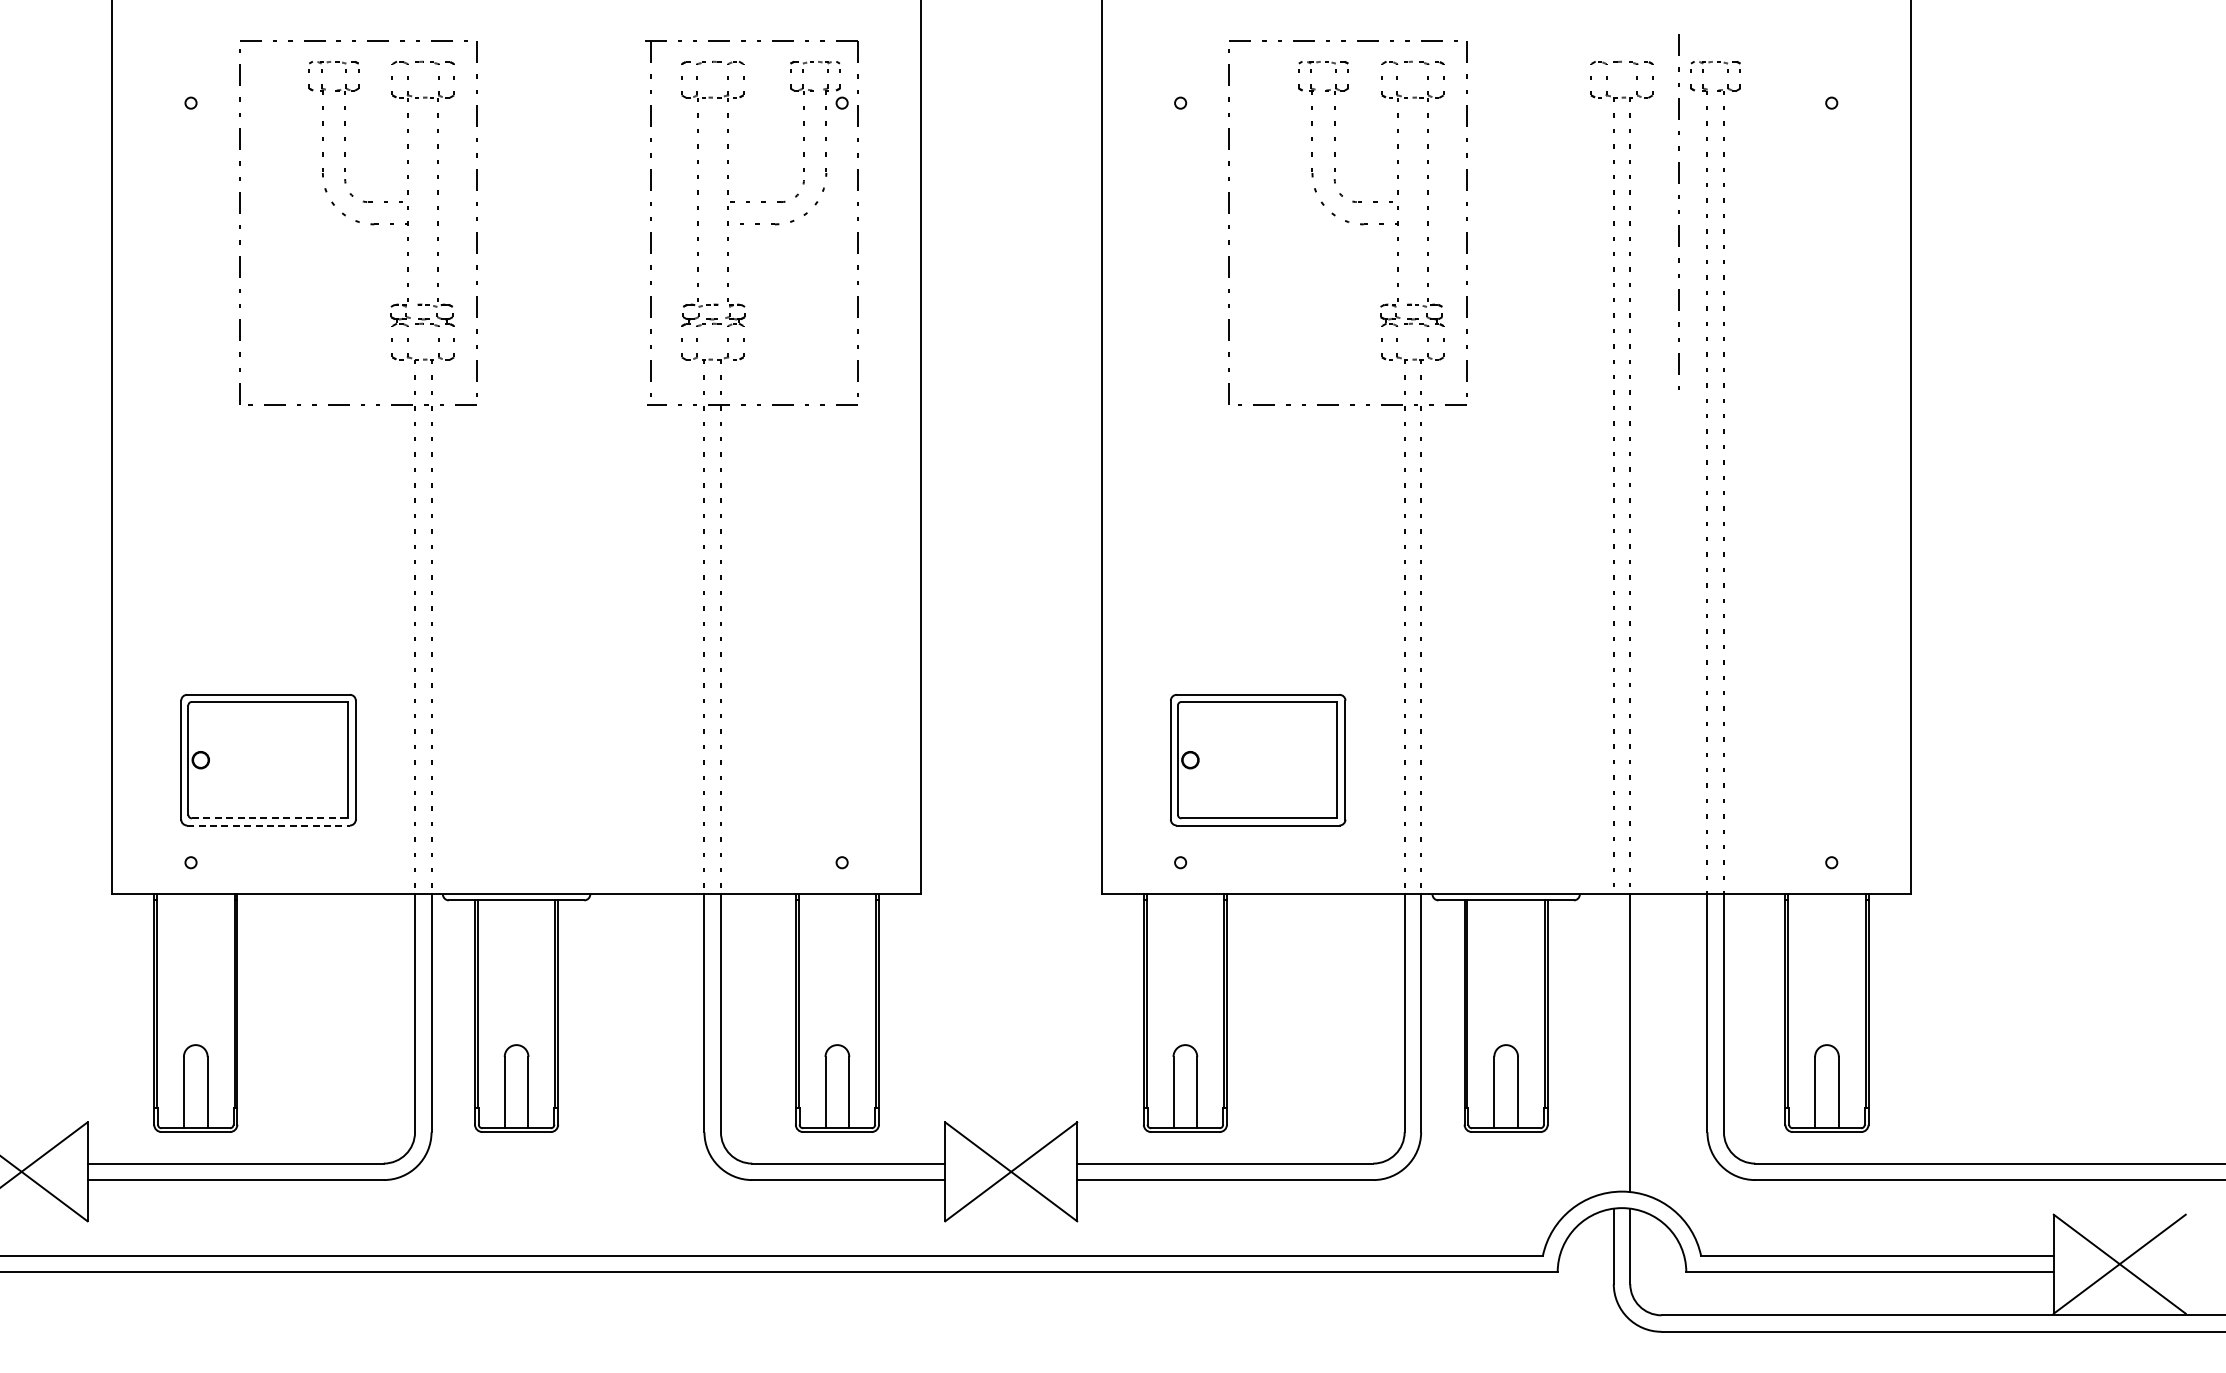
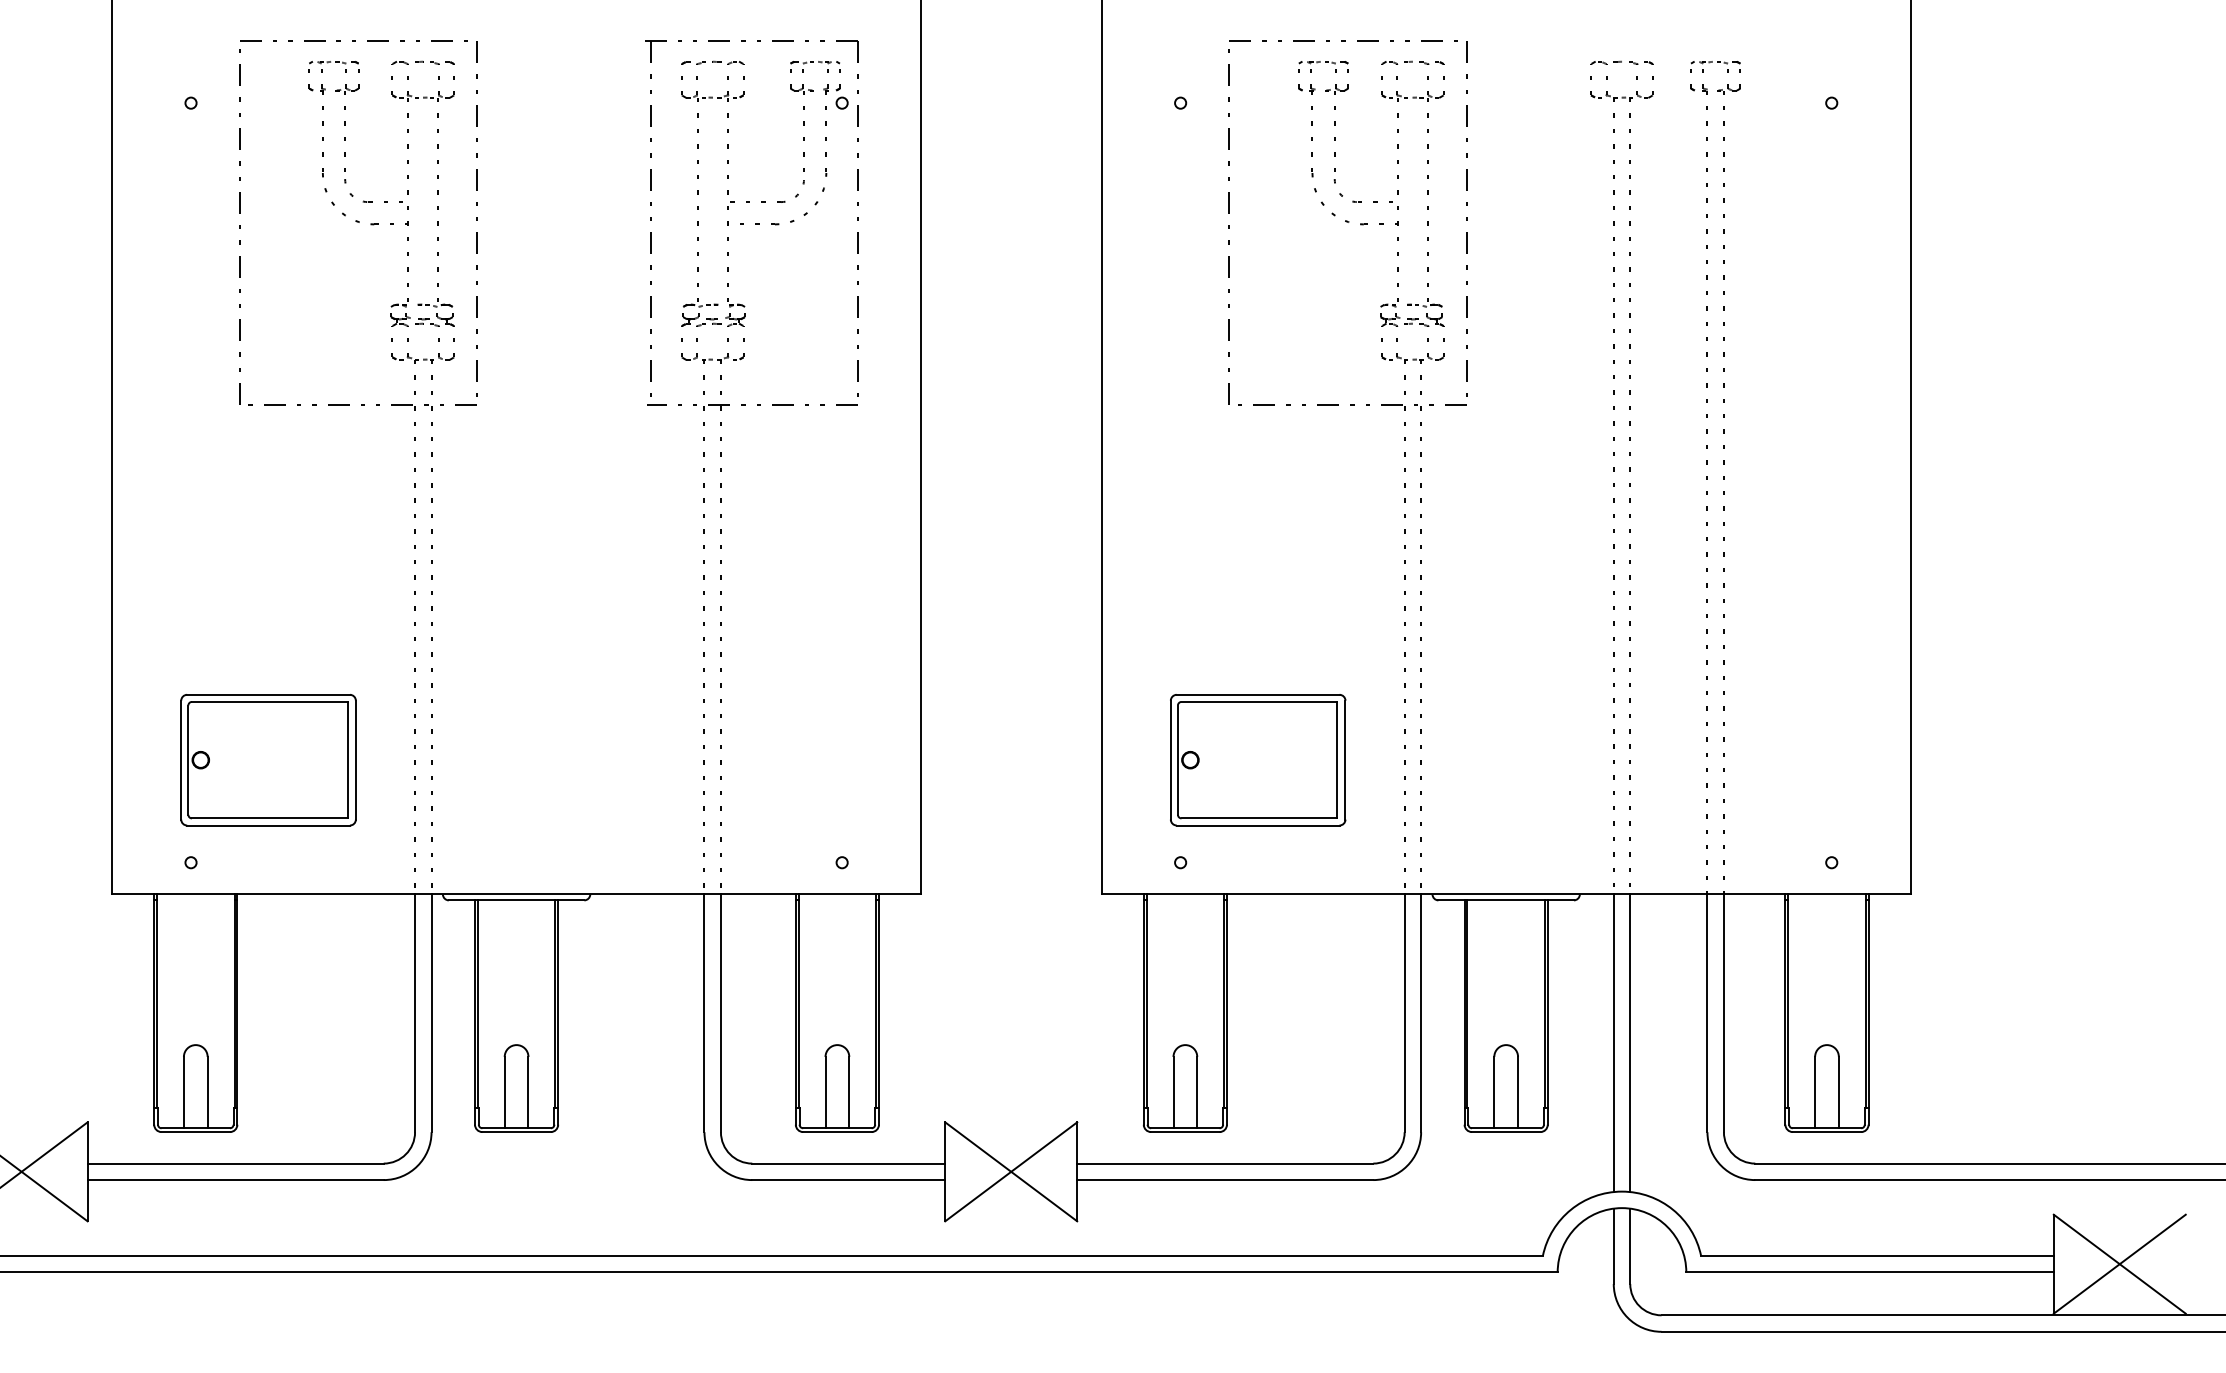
line at (1678, 211): present -> none
line at (269, 818): dashed -> solid
line at (269, 825): dashed -> solid
line at (1613, 1043): none -> present
